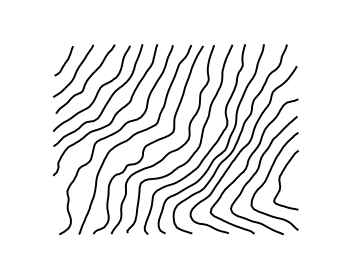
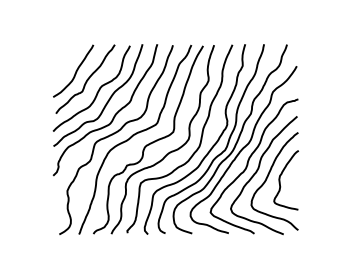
curve at (64, 62): present -> none
